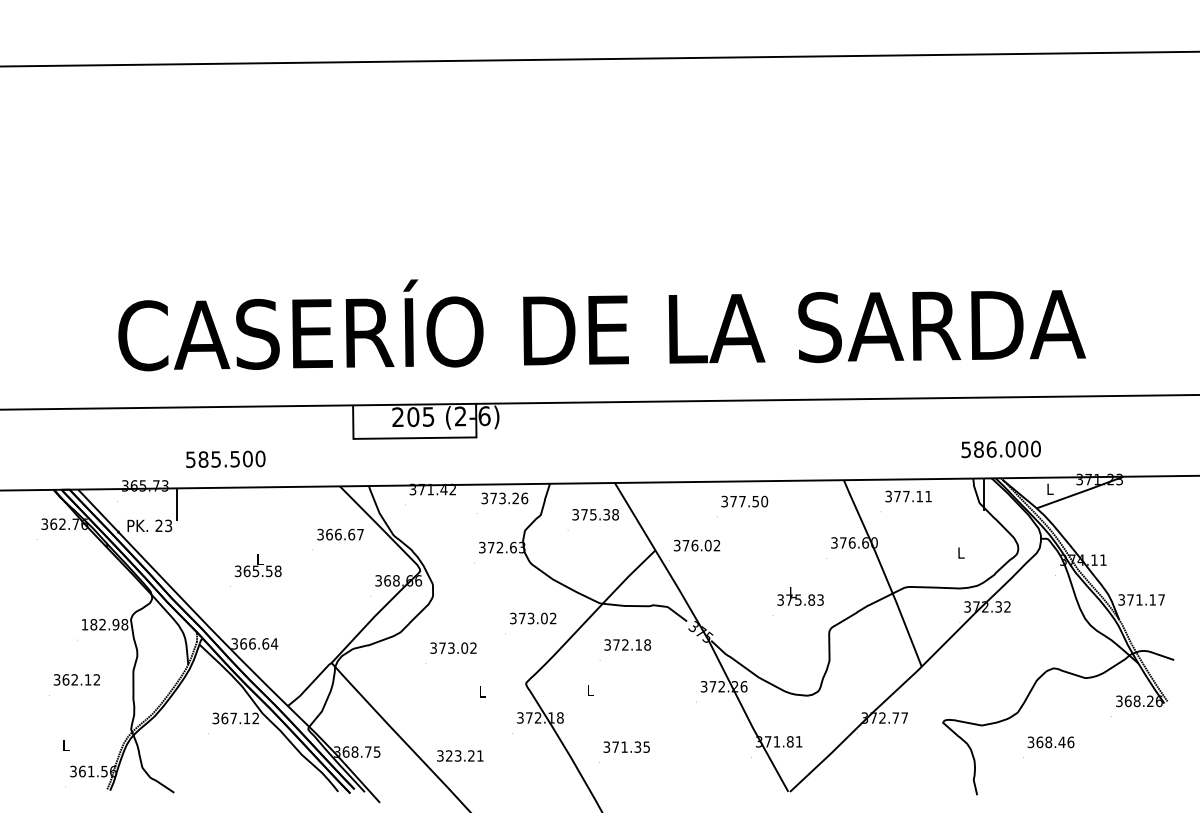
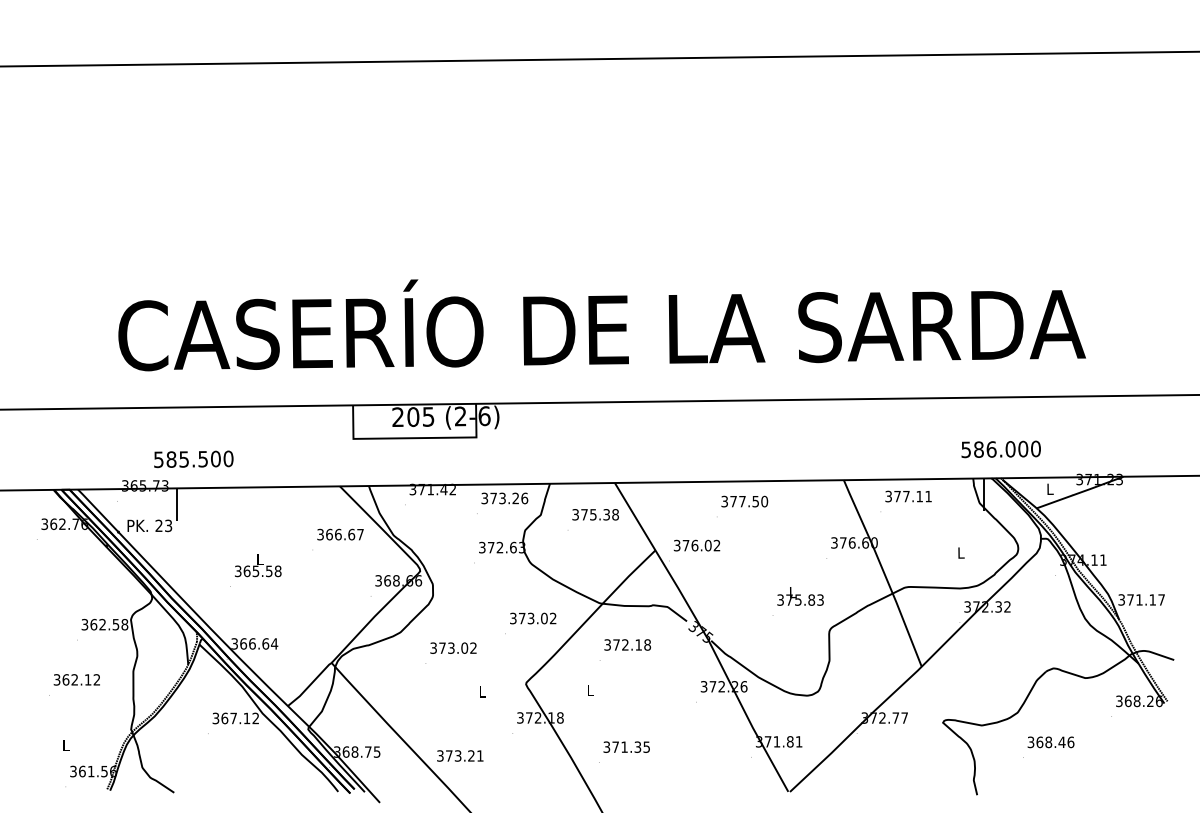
text at (225, 459) position: (225, 459) -> (193, 459)
text at (100, 624): 182.98 -> 362.58
text at (449, 755): 323.21 -> 373.21
